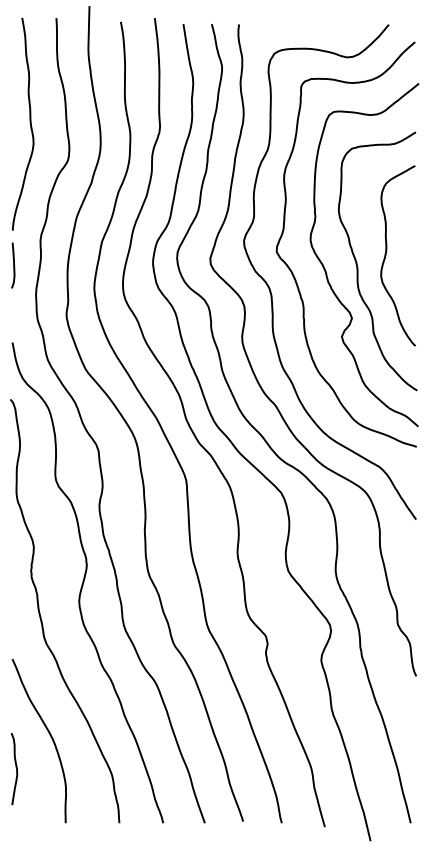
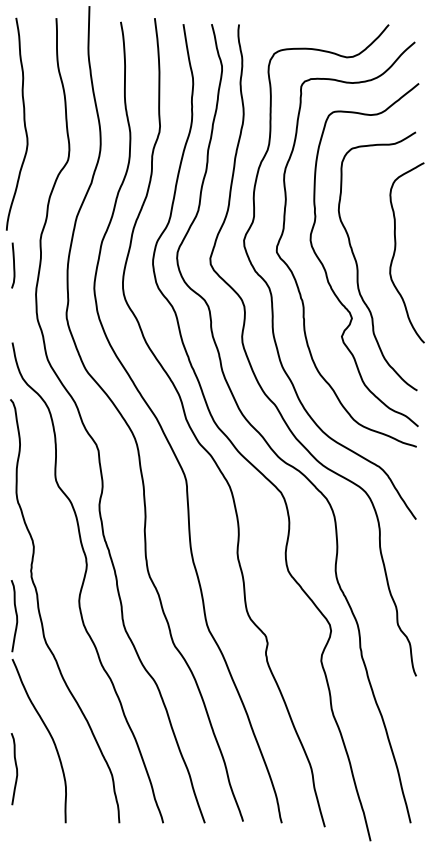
curve at (29, 122) position: (29, 122) -> (23, 122)
curve at (386, 255) position: (386, 255) -> (395, 252)
curve at (16, 616): none -> present
